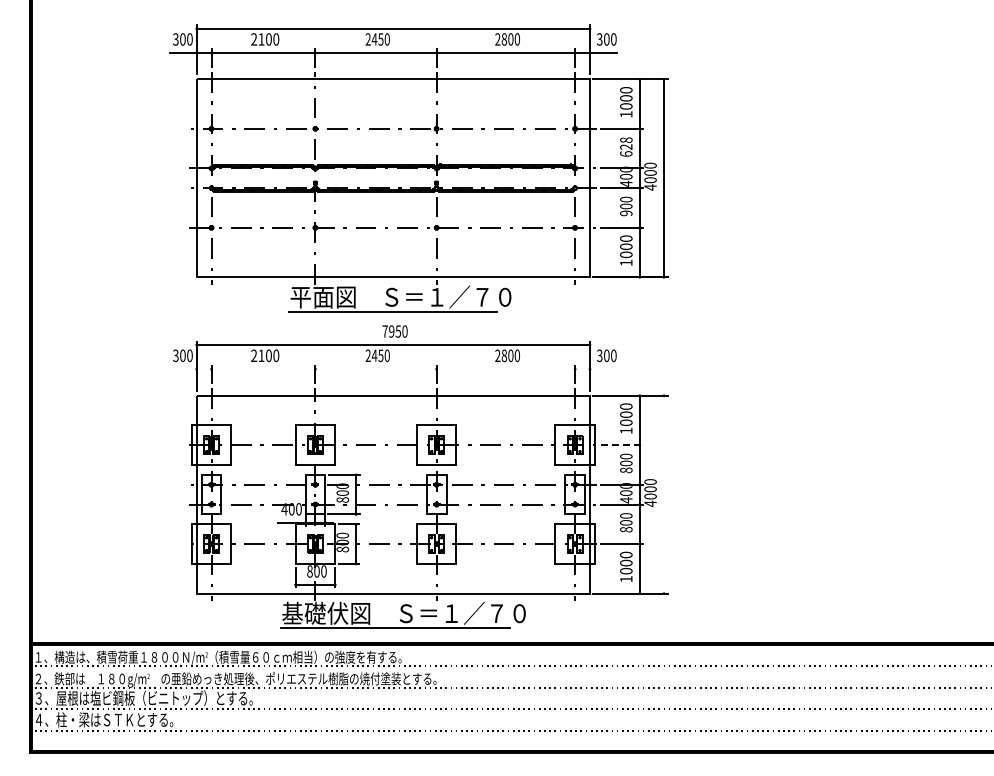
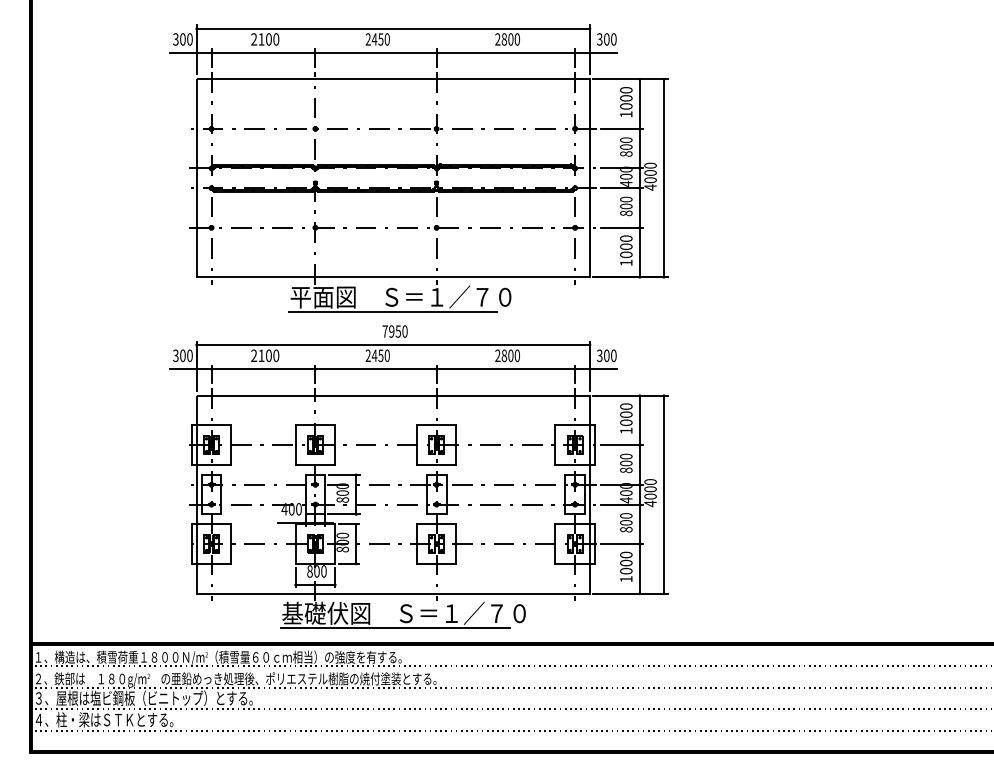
text at (626, 146): 628 -> 800
text at (626, 213): 900 -> 800
line at (393, 369): none -> present
line at (622, 445): dashed -> solid
line at (664, 494): none -> present
